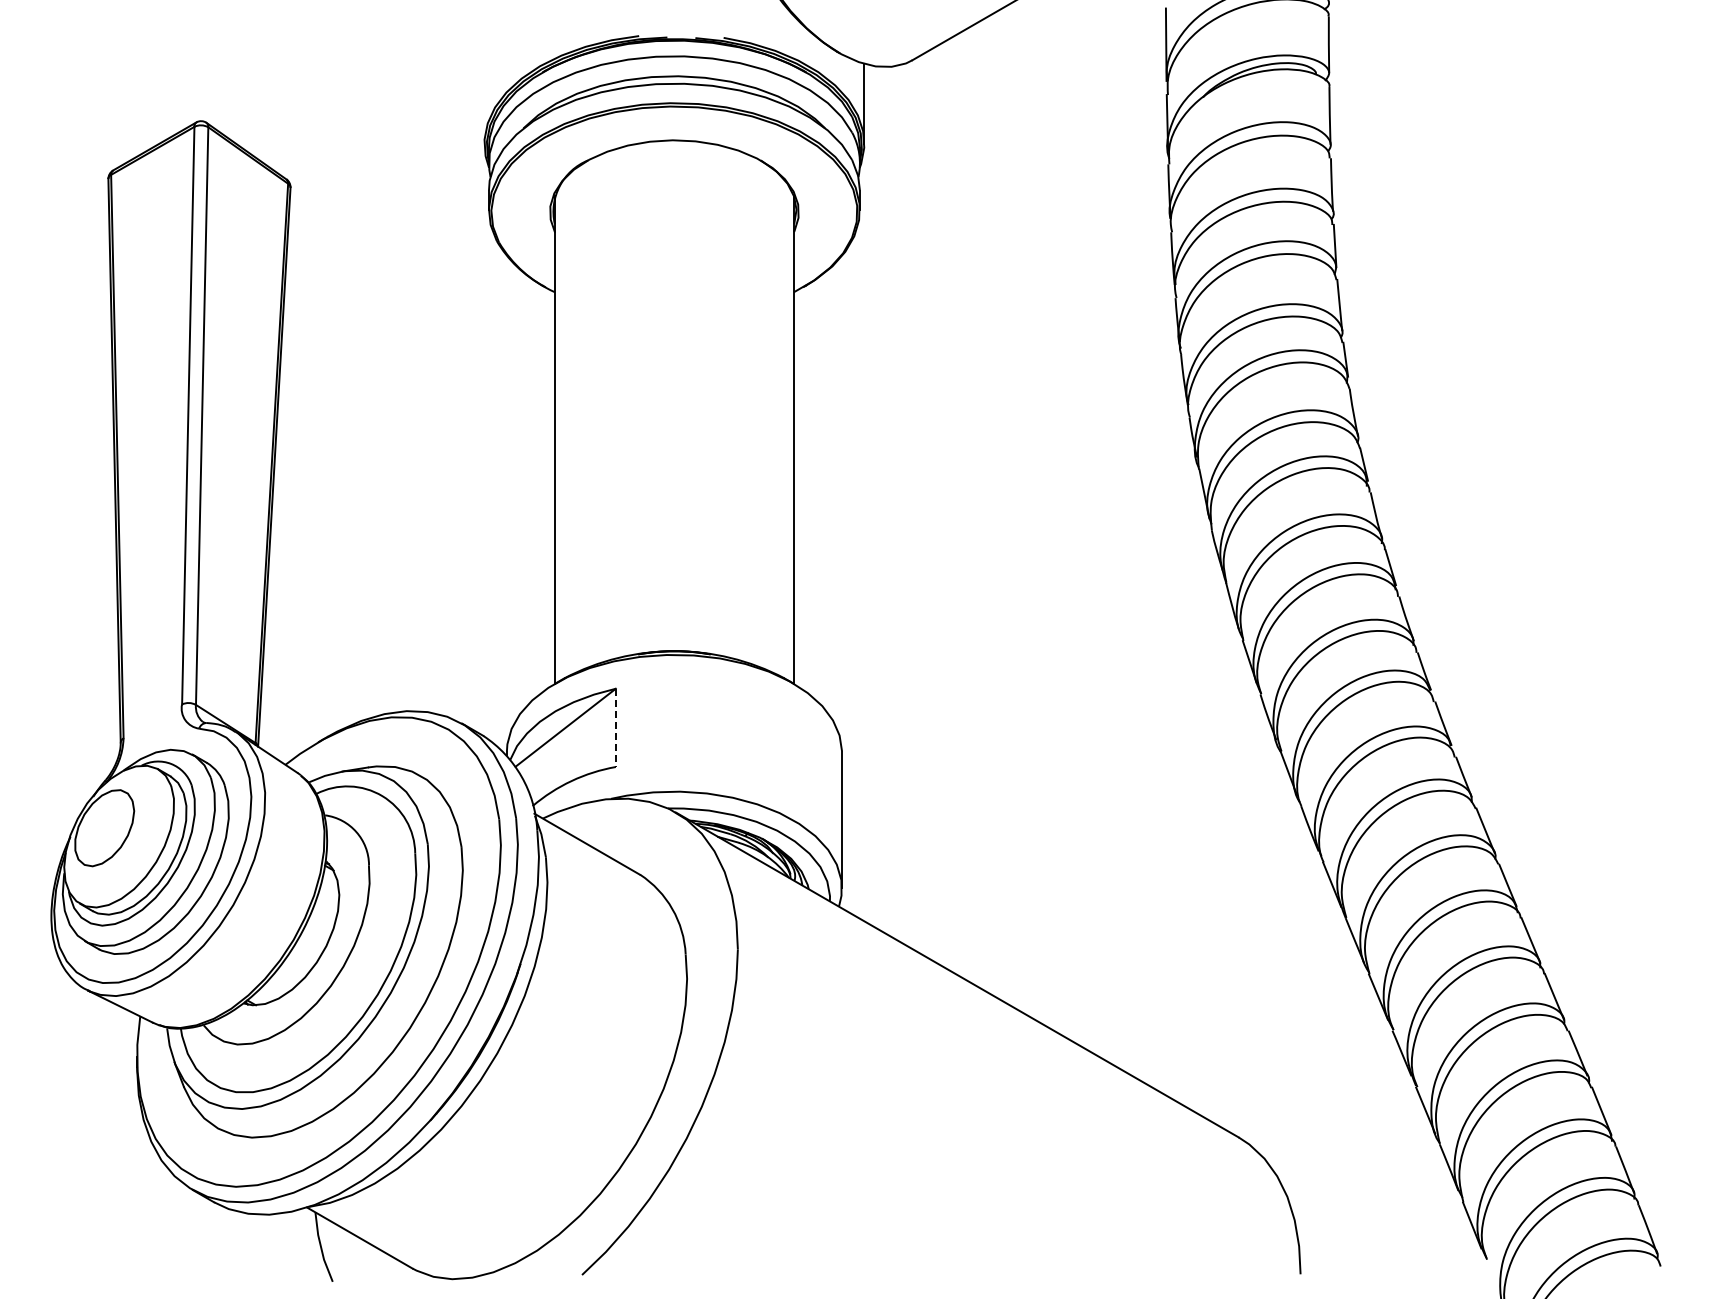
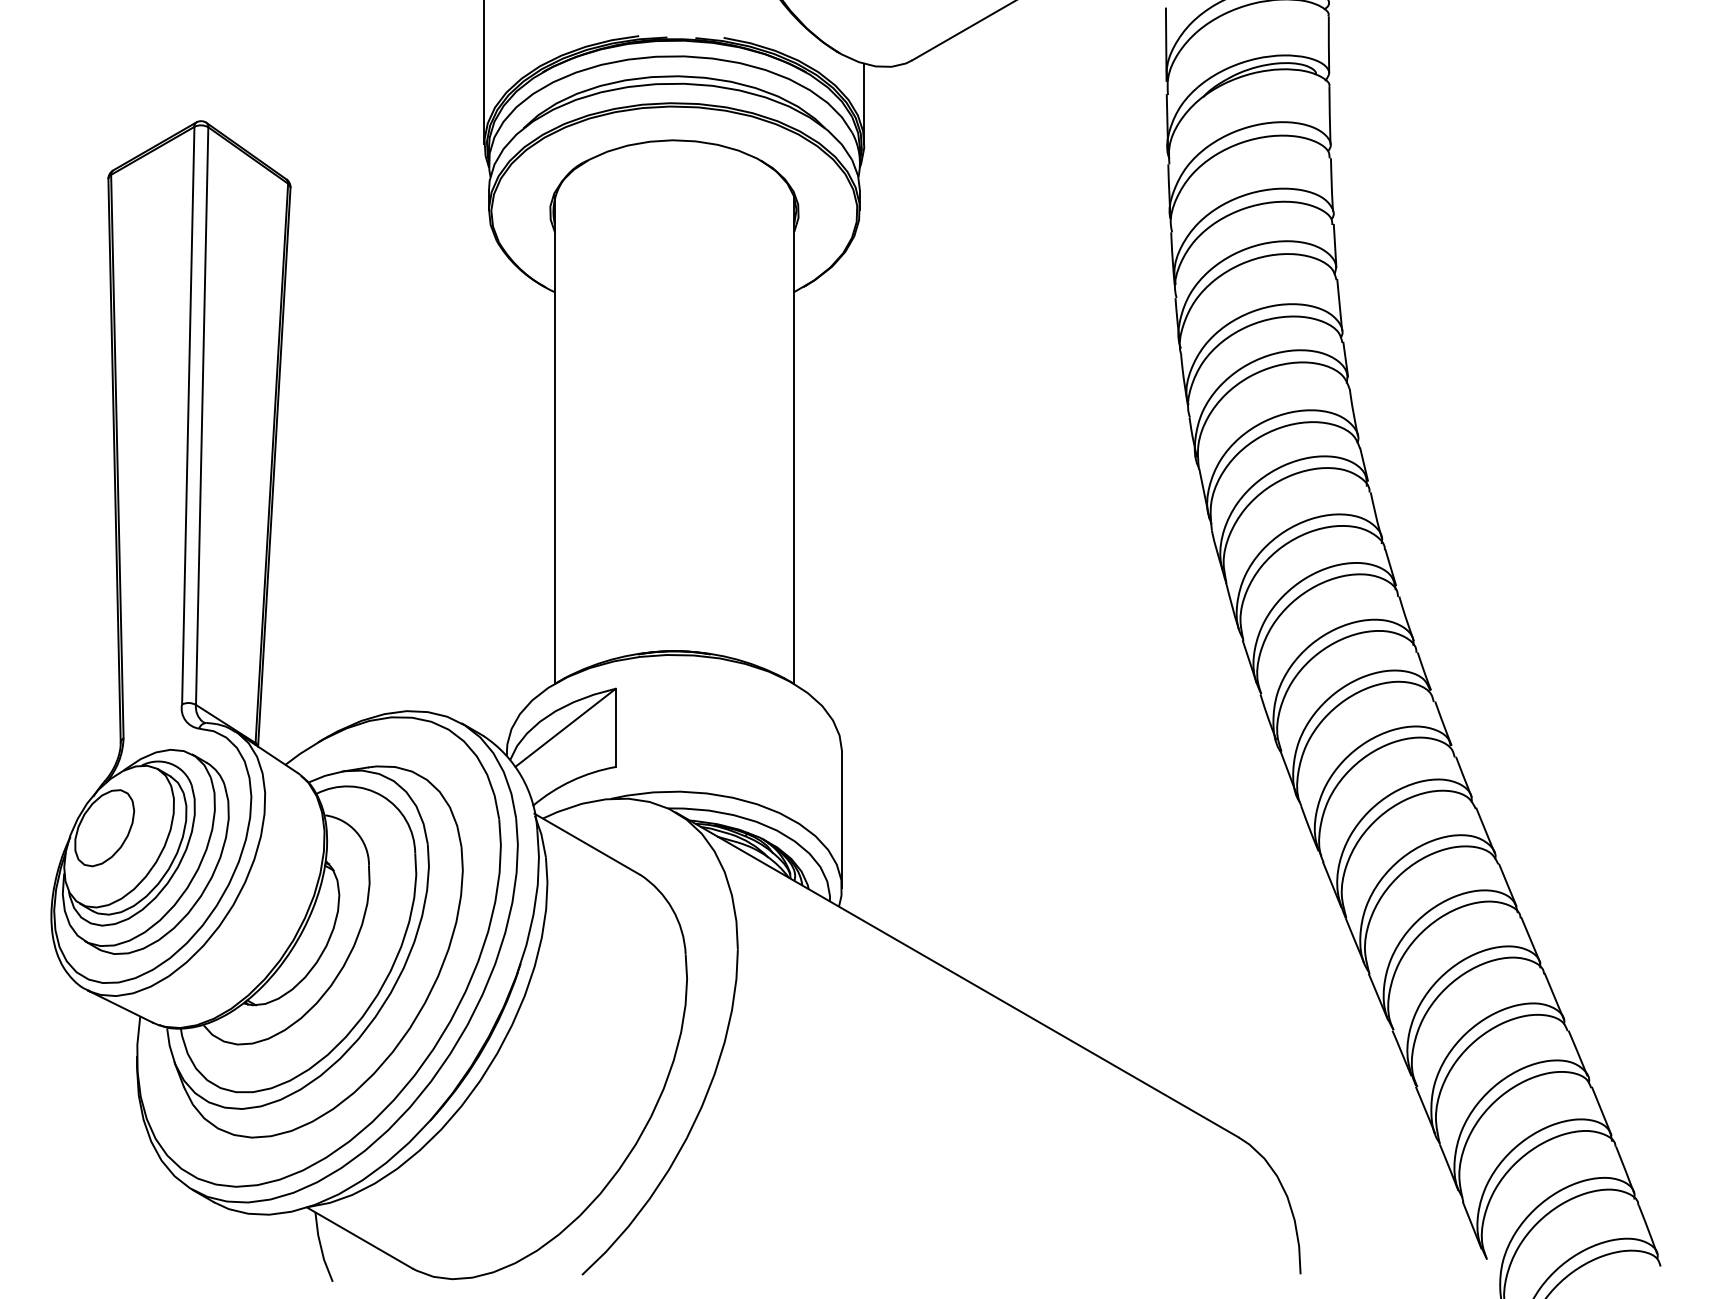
line at (484, 72): none -> present
line at (615, 728): dashed -> solid
